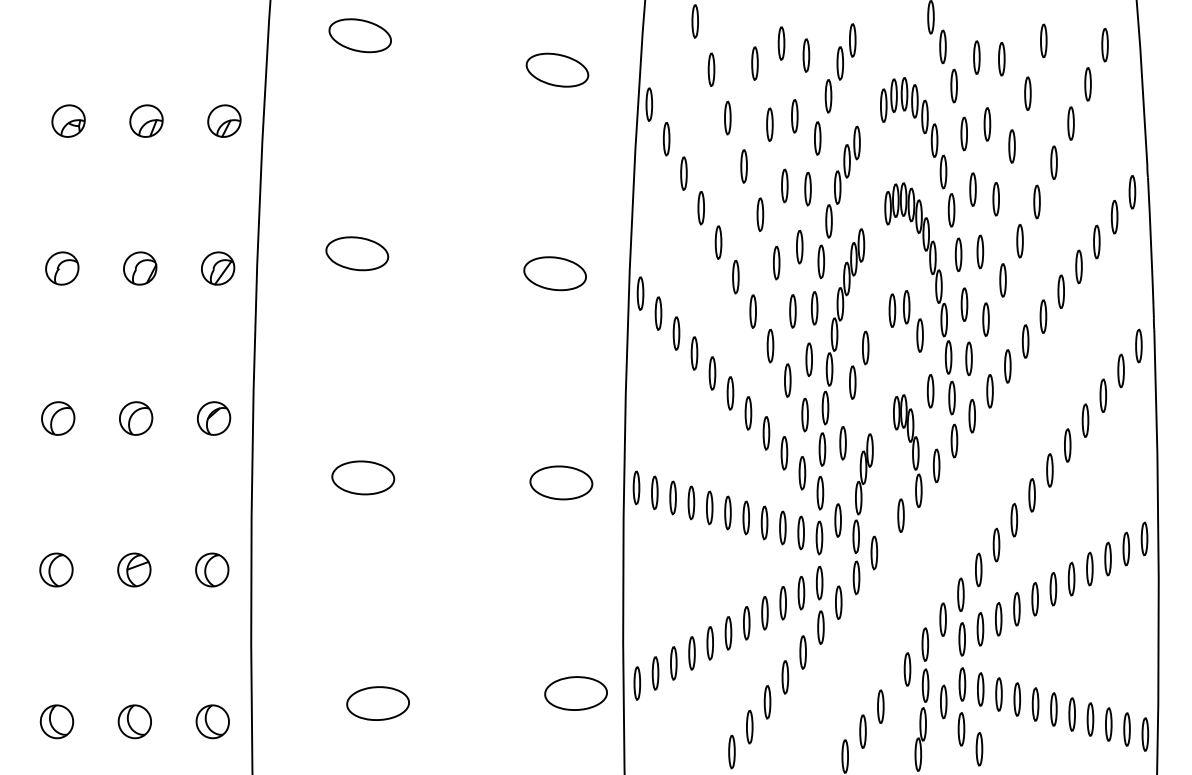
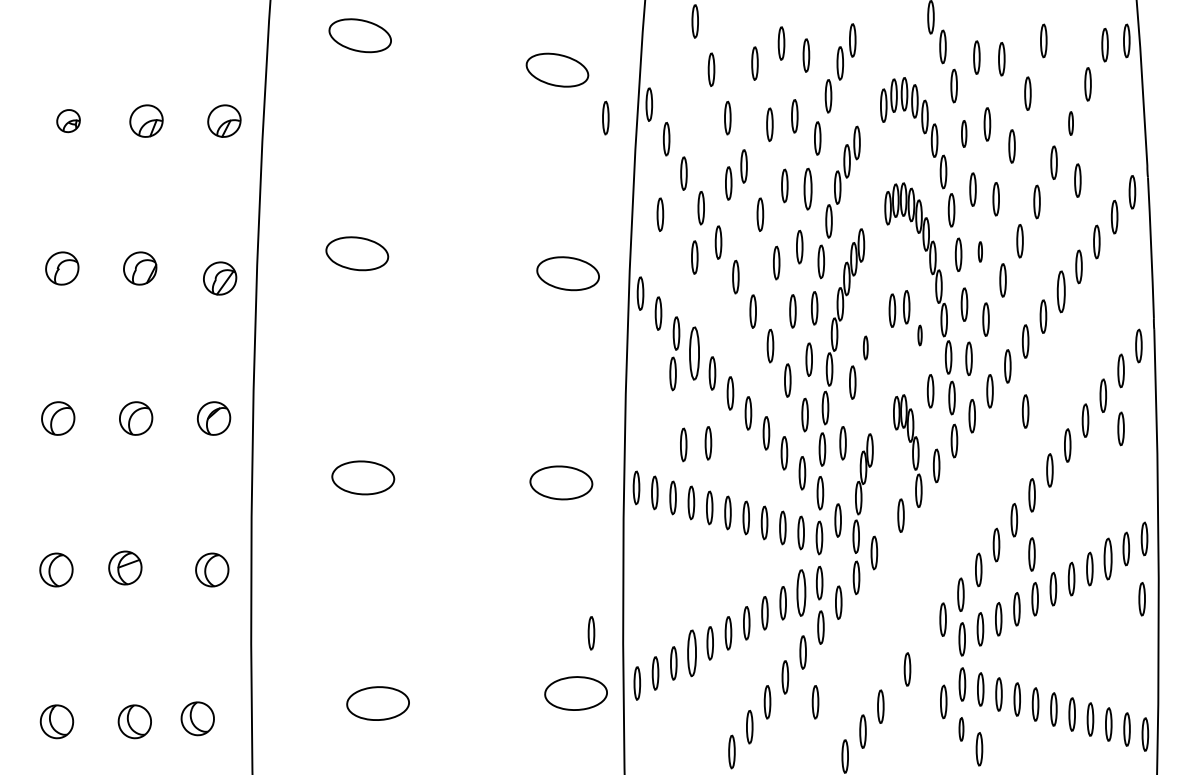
part at (1126, 40): none -> present
part at (605, 117): none -> present
part at (68, 120) size: 35x34 px -> 25x25 px
part at (1070, 123) size: 8x35 px -> 6x25 px
part at (963, 133) size: 8x36 px -> 7x28 px
part at (1077, 180): none -> present
part at (728, 183): none -> present
part at (807, 188) size: 8x36 px -> 10x44 px
part at (660, 214): none -> present
part at (980, 251) size: 9x36 px -> 6x22 px
part at (694, 257): none -> present
part at (218, 268) position: (218, 268) -> (220, 278)
part at (554, 273) position: (554, 273) -> (567, 273)
part at (1060, 291) size: 8x35 px -> 10x44 px
part at (919, 335) size: 8x35 px -> 6x23 px
part at (865, 347) size: 8x36 px -> 7x26 px
part at (694, 353) size: 9x35 px -> 11x55 px
part at (672, 373): none -> present
part at (1025, 411): none -> present
part at (1120, 428): none -> present
part at (708, 443): none -> present
part at (683, 444): none -> present
part at (1031, 554): none -> present
part at (1107, 558) size: 8x36 px -> 10x44 px
part at (134, 569) position: (134, 569) -> (125, 567)
part at (801, 593) size: 9x35 px -> 11x48 px
part at (1141, 599): none -> present
part at (591, 633): none -> present
part at (691, 653) size: 8x35 px -> 10x49 px
part at (921, 699): present -> none
part at (815, 702): none -> present
part at (212, 721) position: (212, 721) -> (197, 718)
part at (961, 729) size: 9x35 px -> 7x25 px
